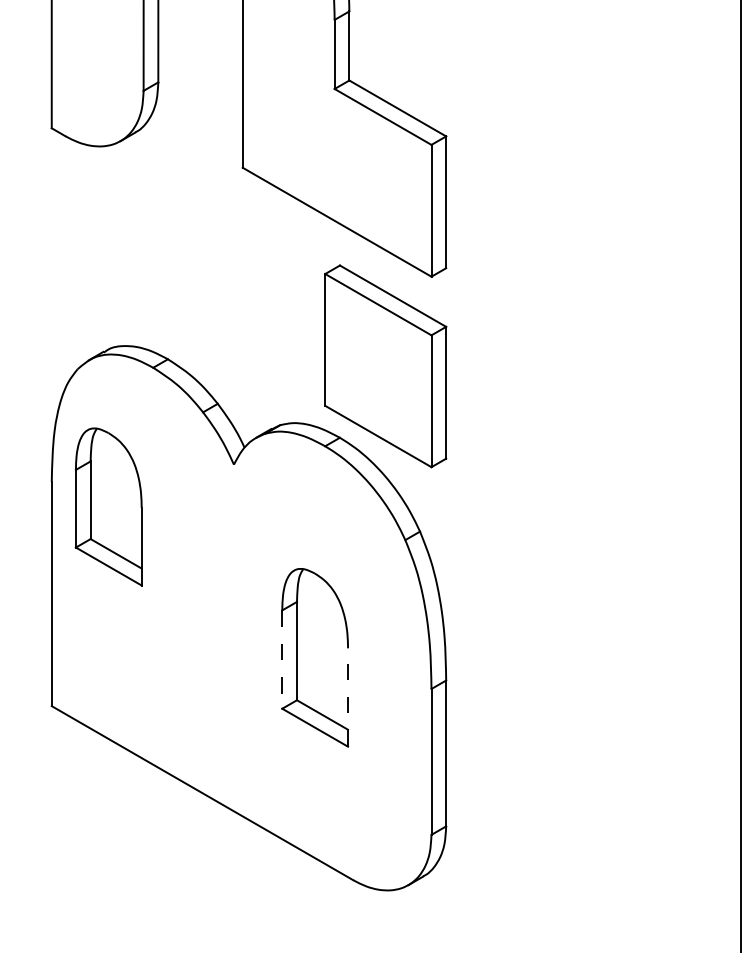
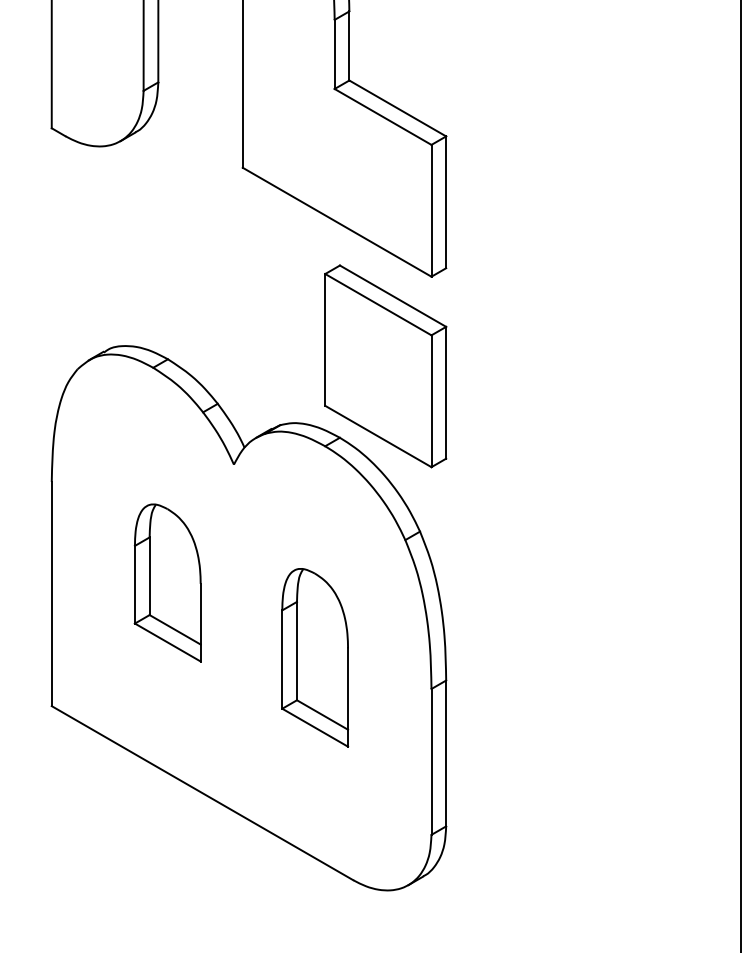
part at (108, 506) position: (108, 506) -> (167, 582)
line at (282, 660): dashed -> solid
line at (348, 697): dashed -> solid
